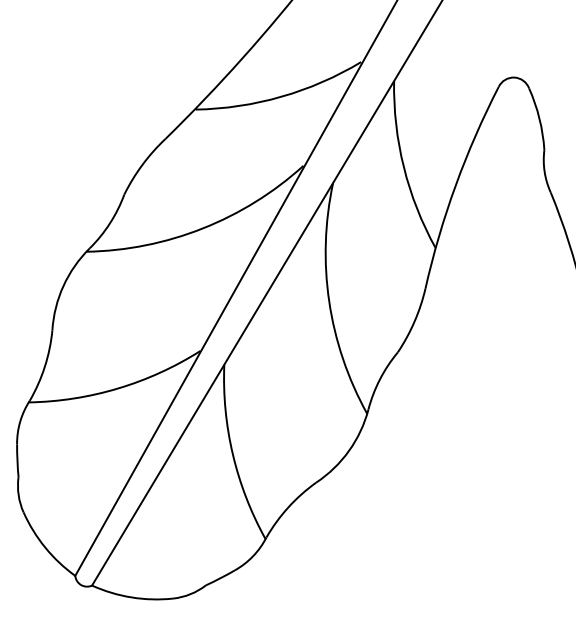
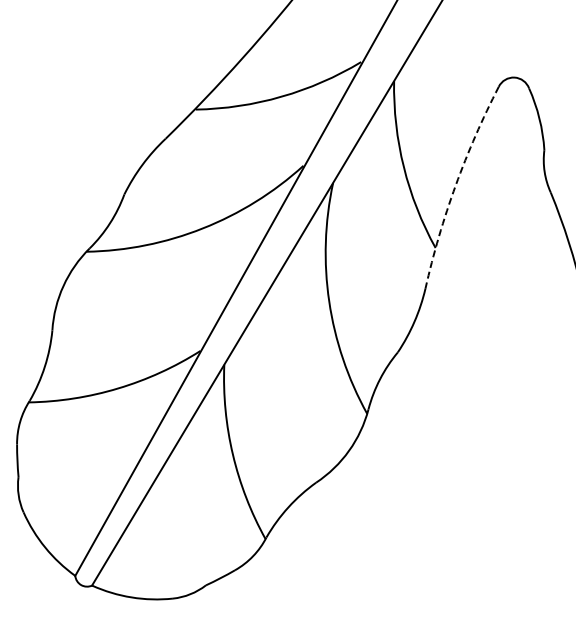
arc at (455, 185): solid -> dashed
